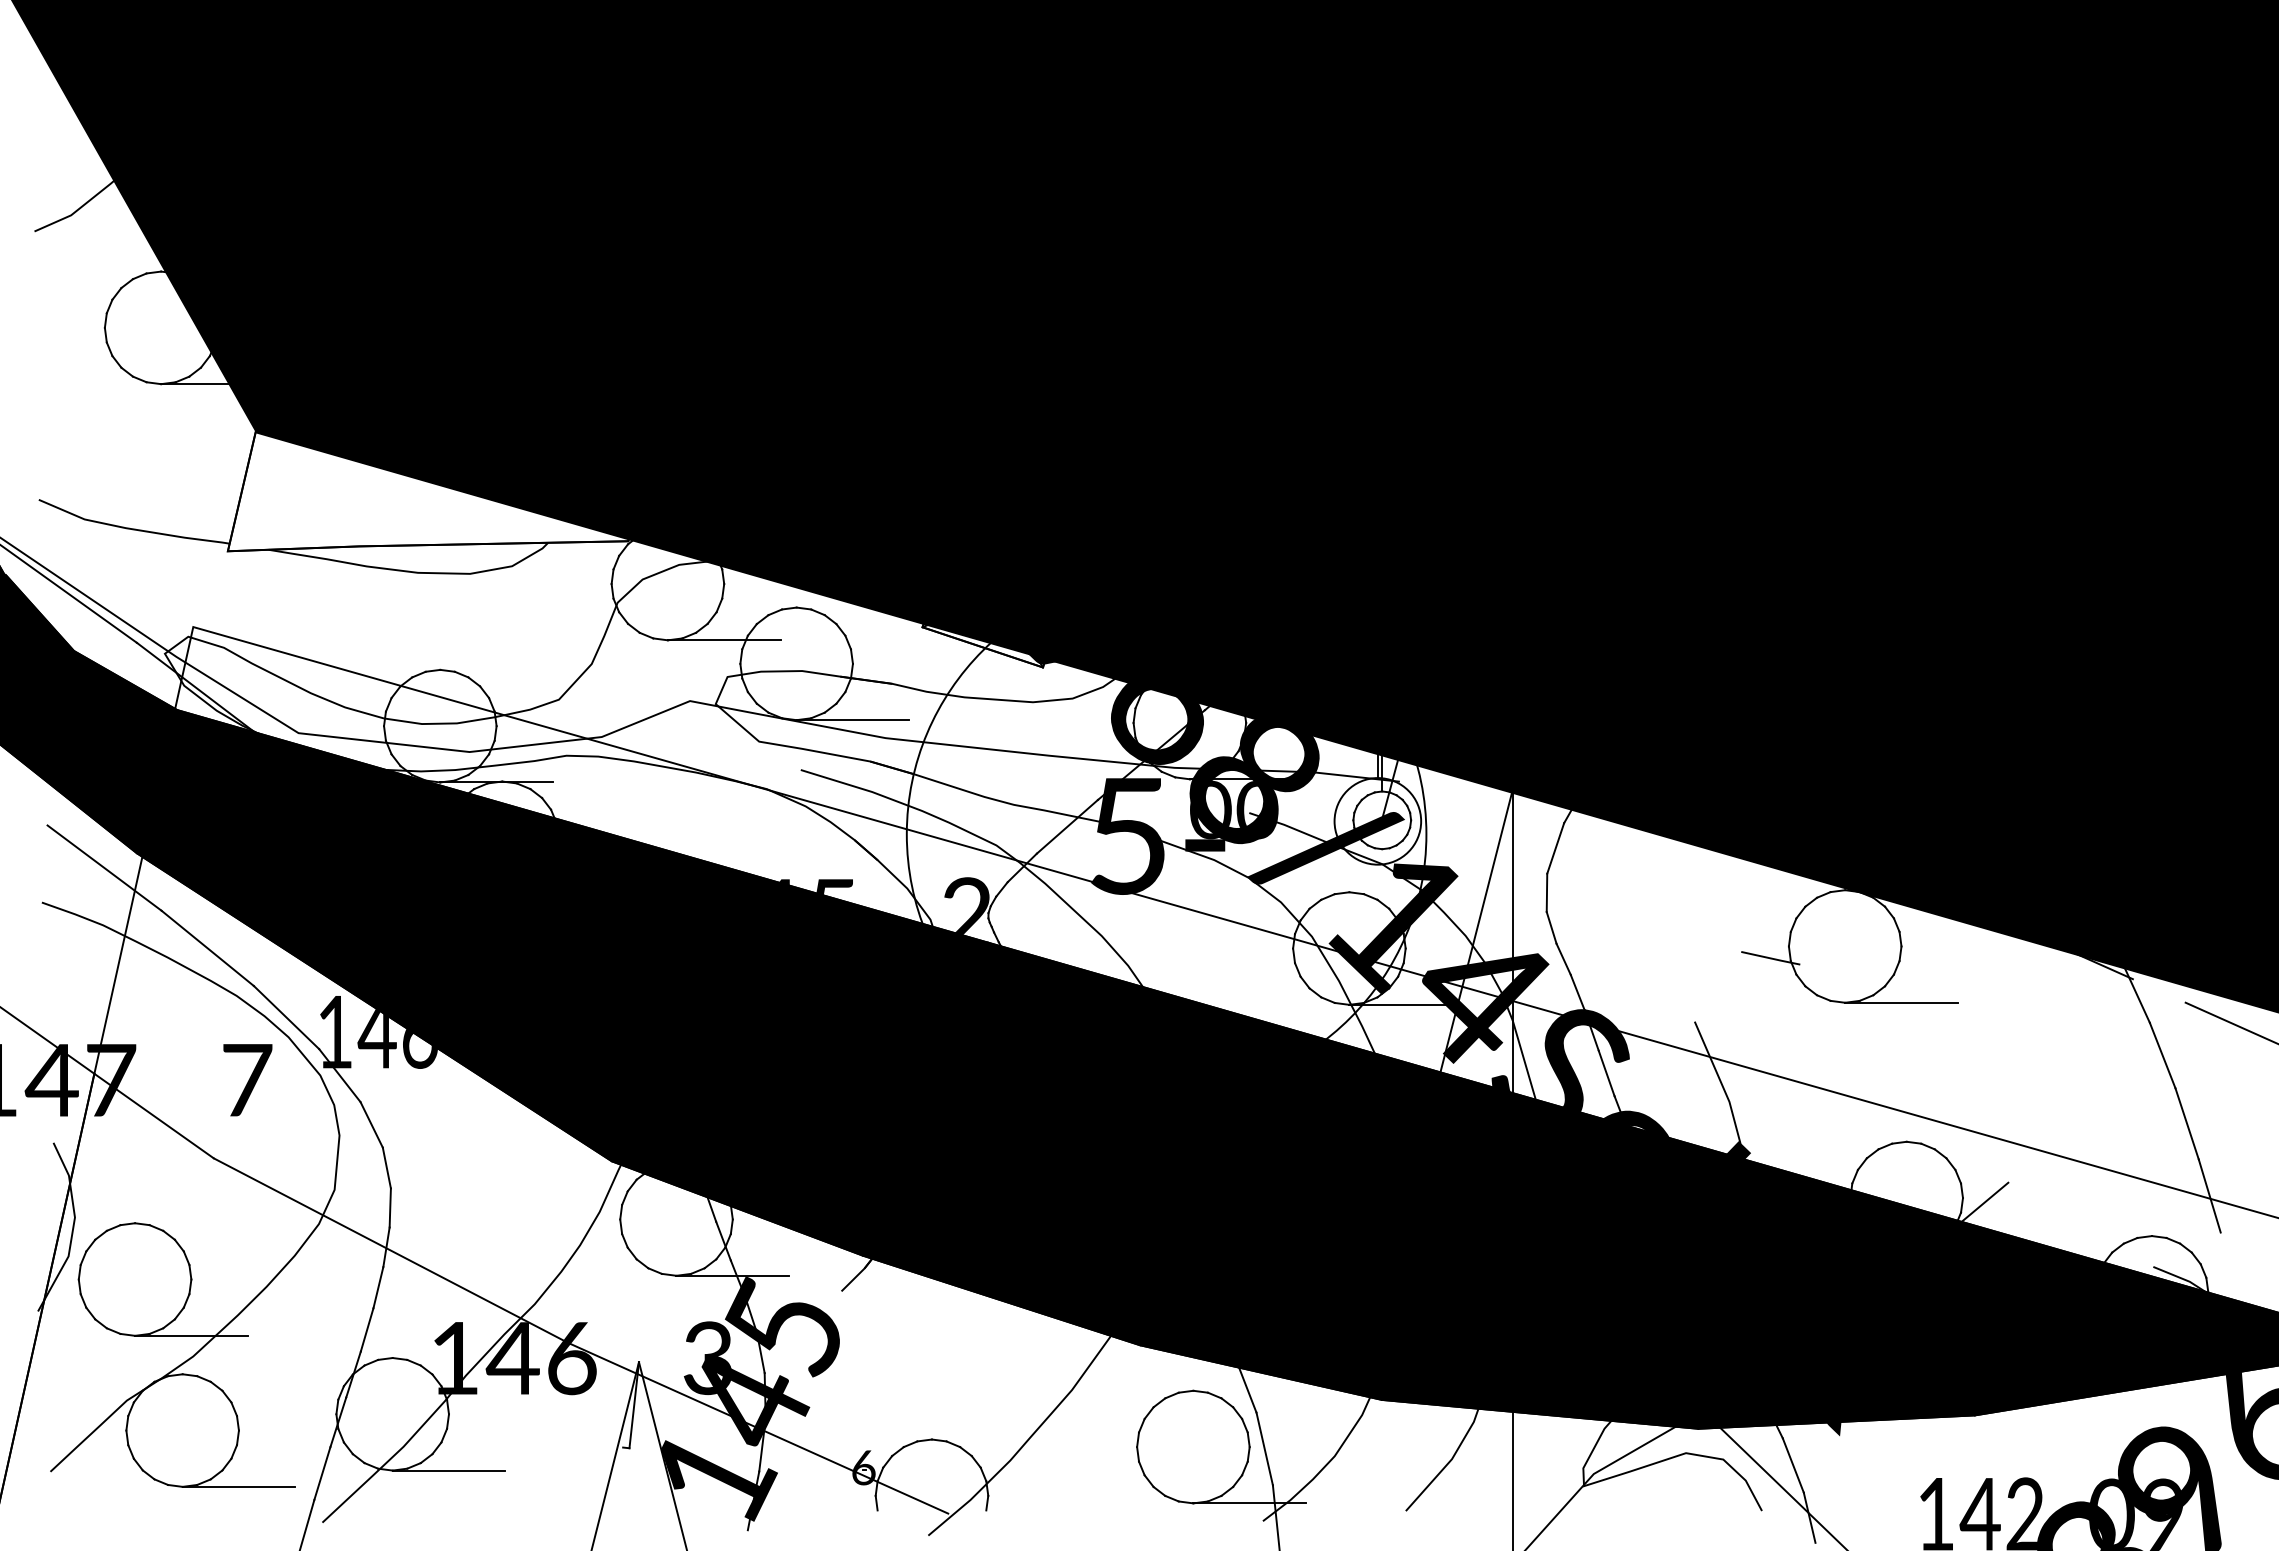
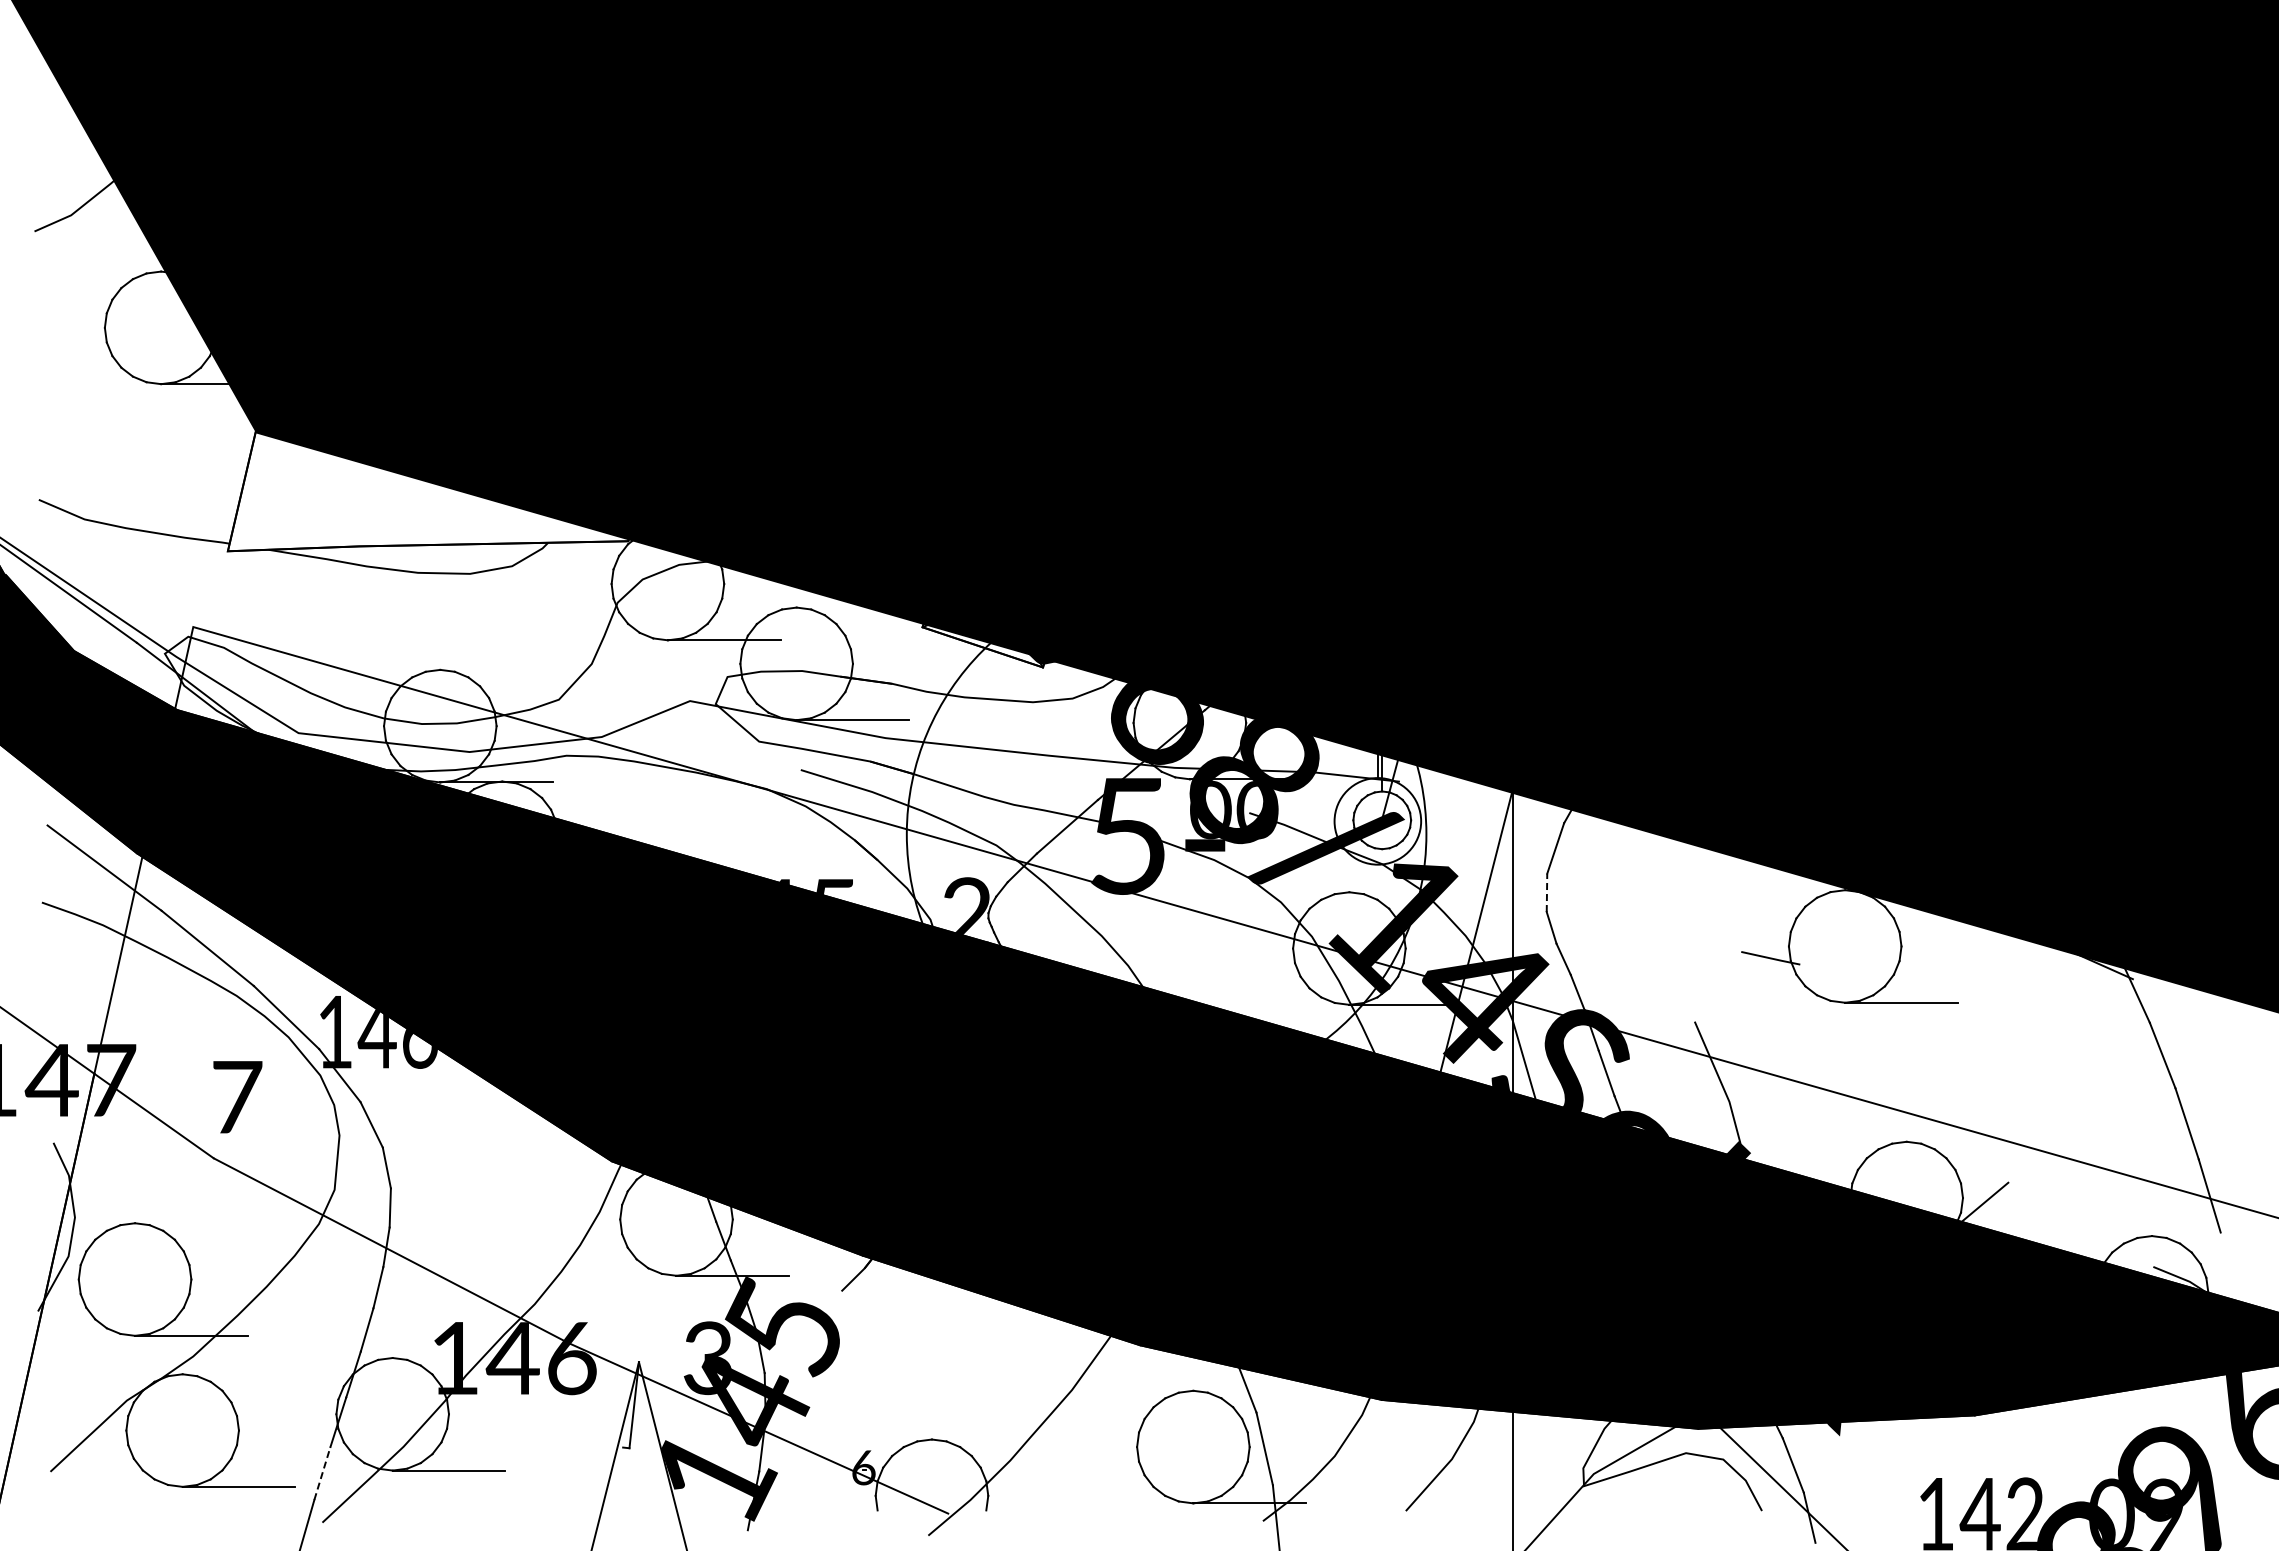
line at (1547, 892): solid -> dashed
line at (2230, 1022): present -> none
text at (247, 1080) position: (247, 1080) -> (237, 1097)
line at (322, 1473): solid -> dashed
